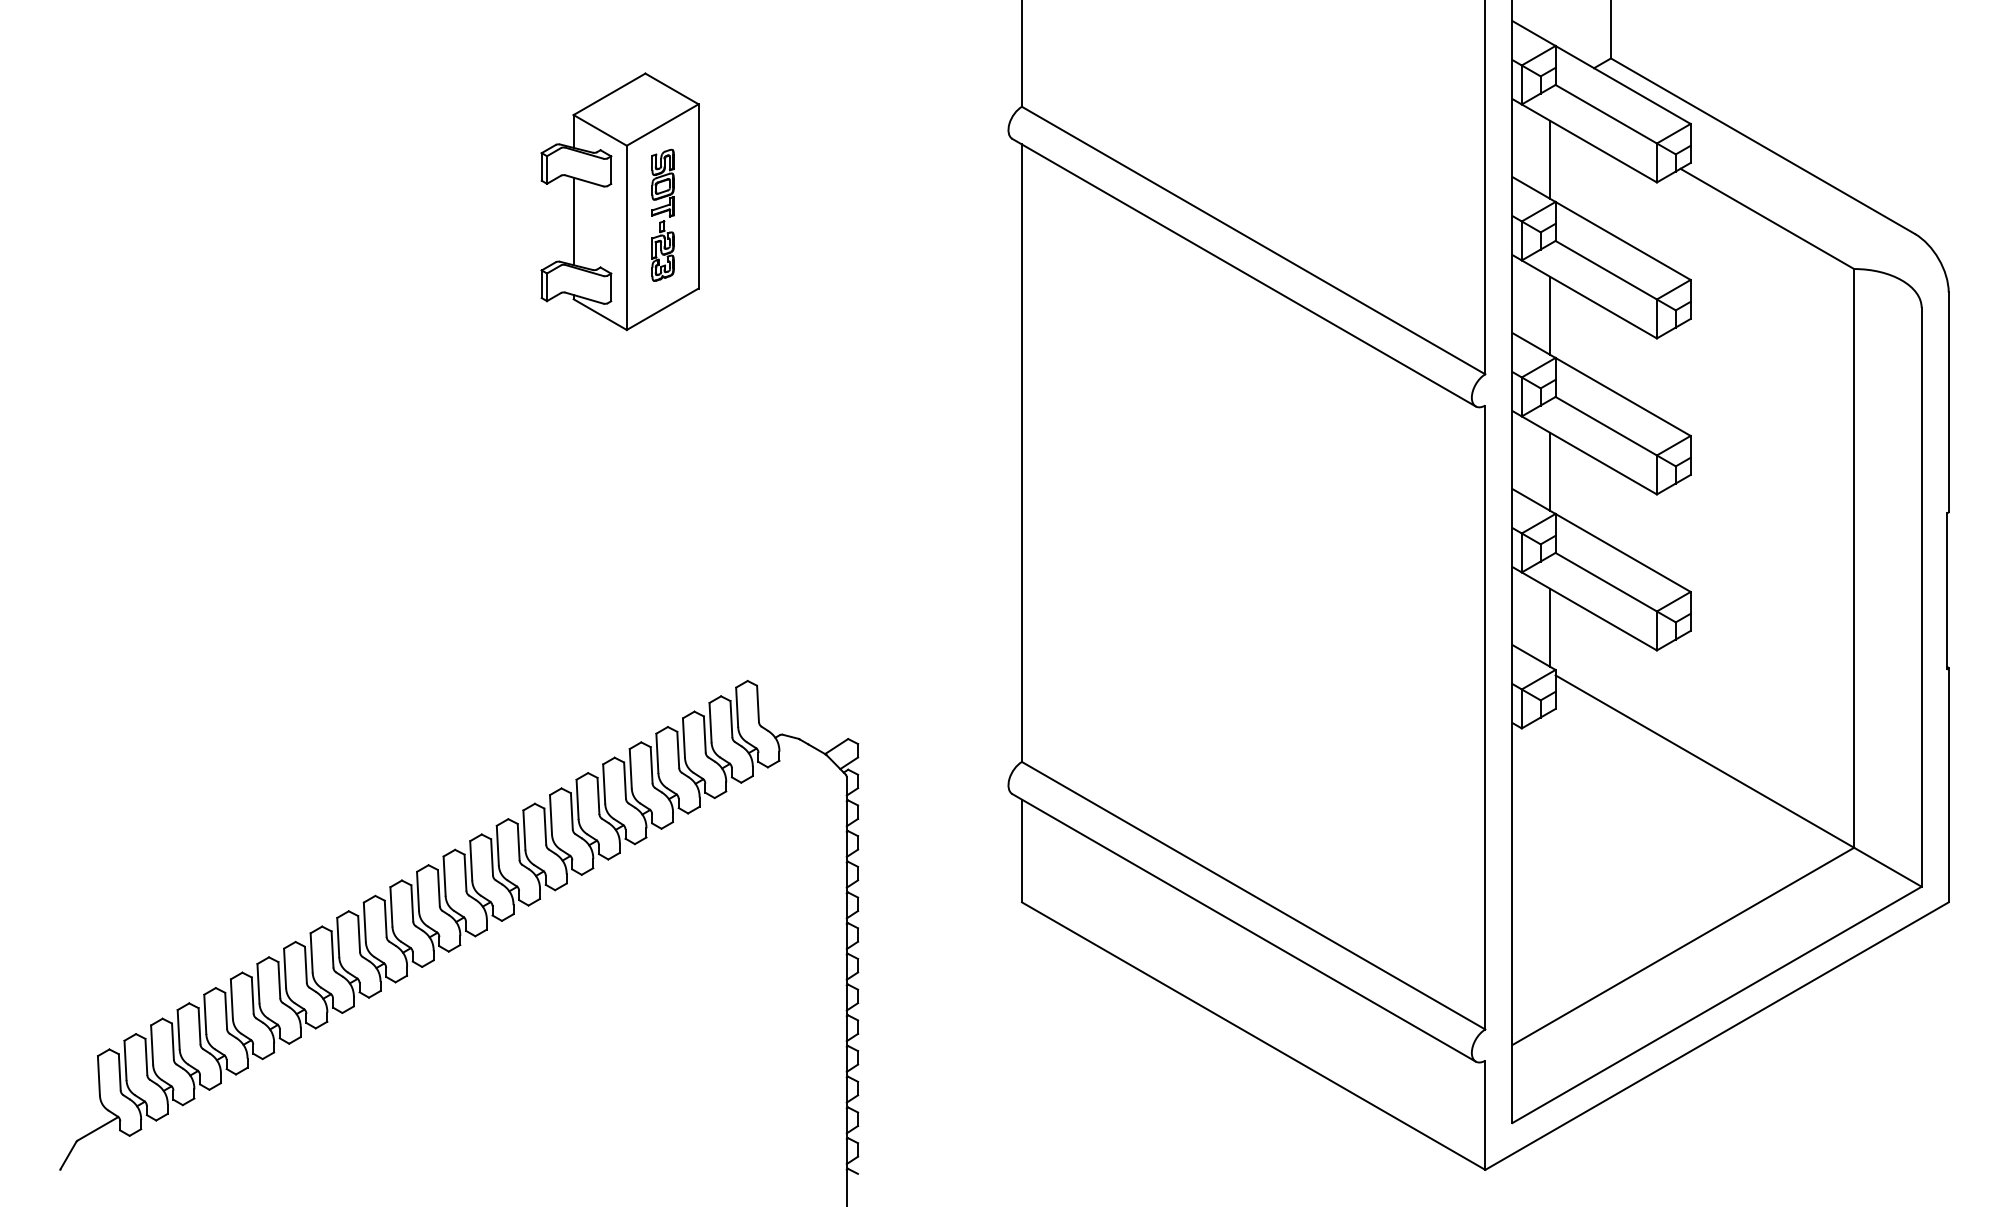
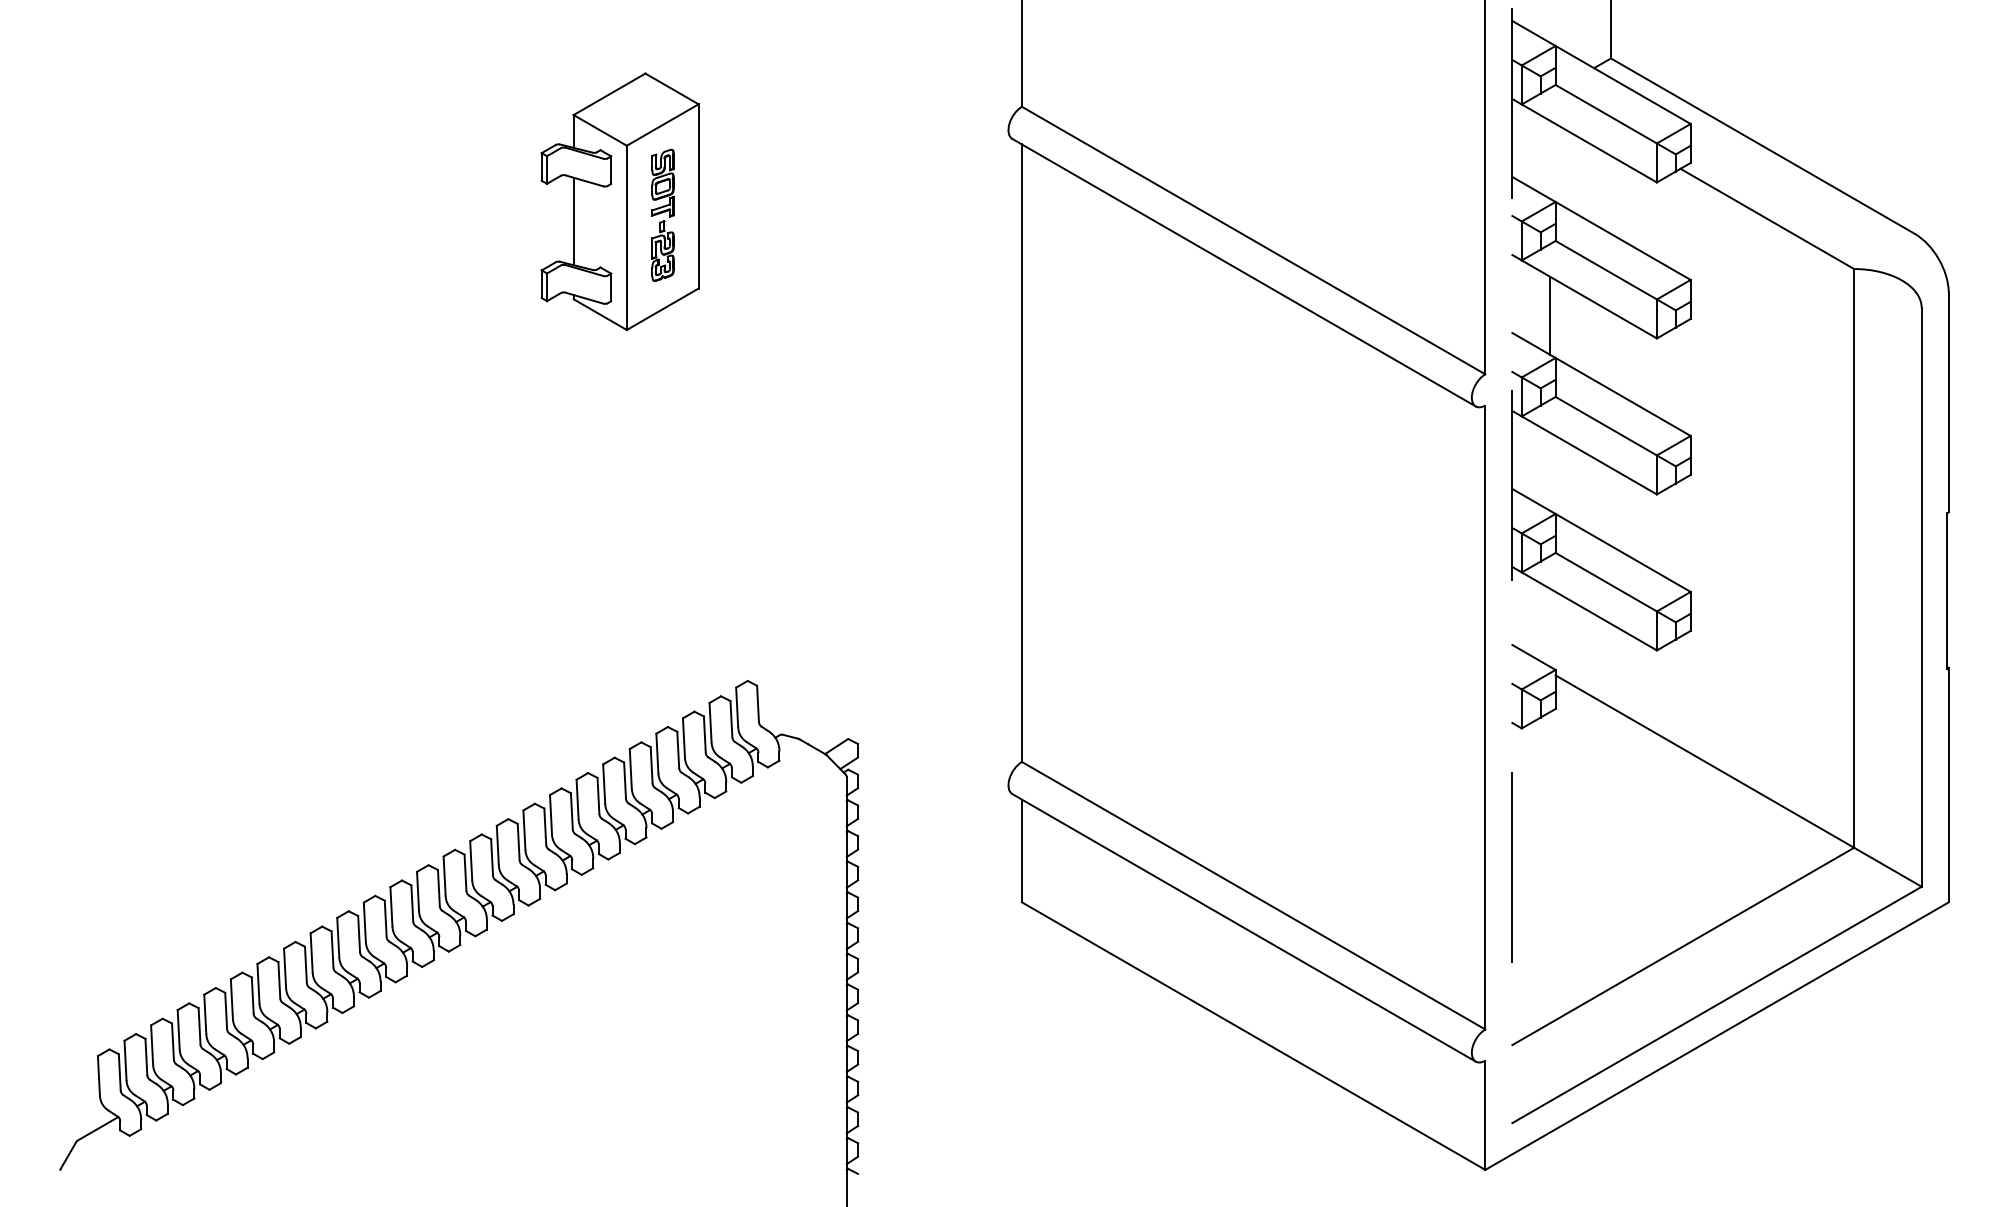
line at (1550, 159): present -> none
line at (1550, 471): present -> none
line at (1512, 562): solid -> dashed
line at (1550, 627): present -> none
